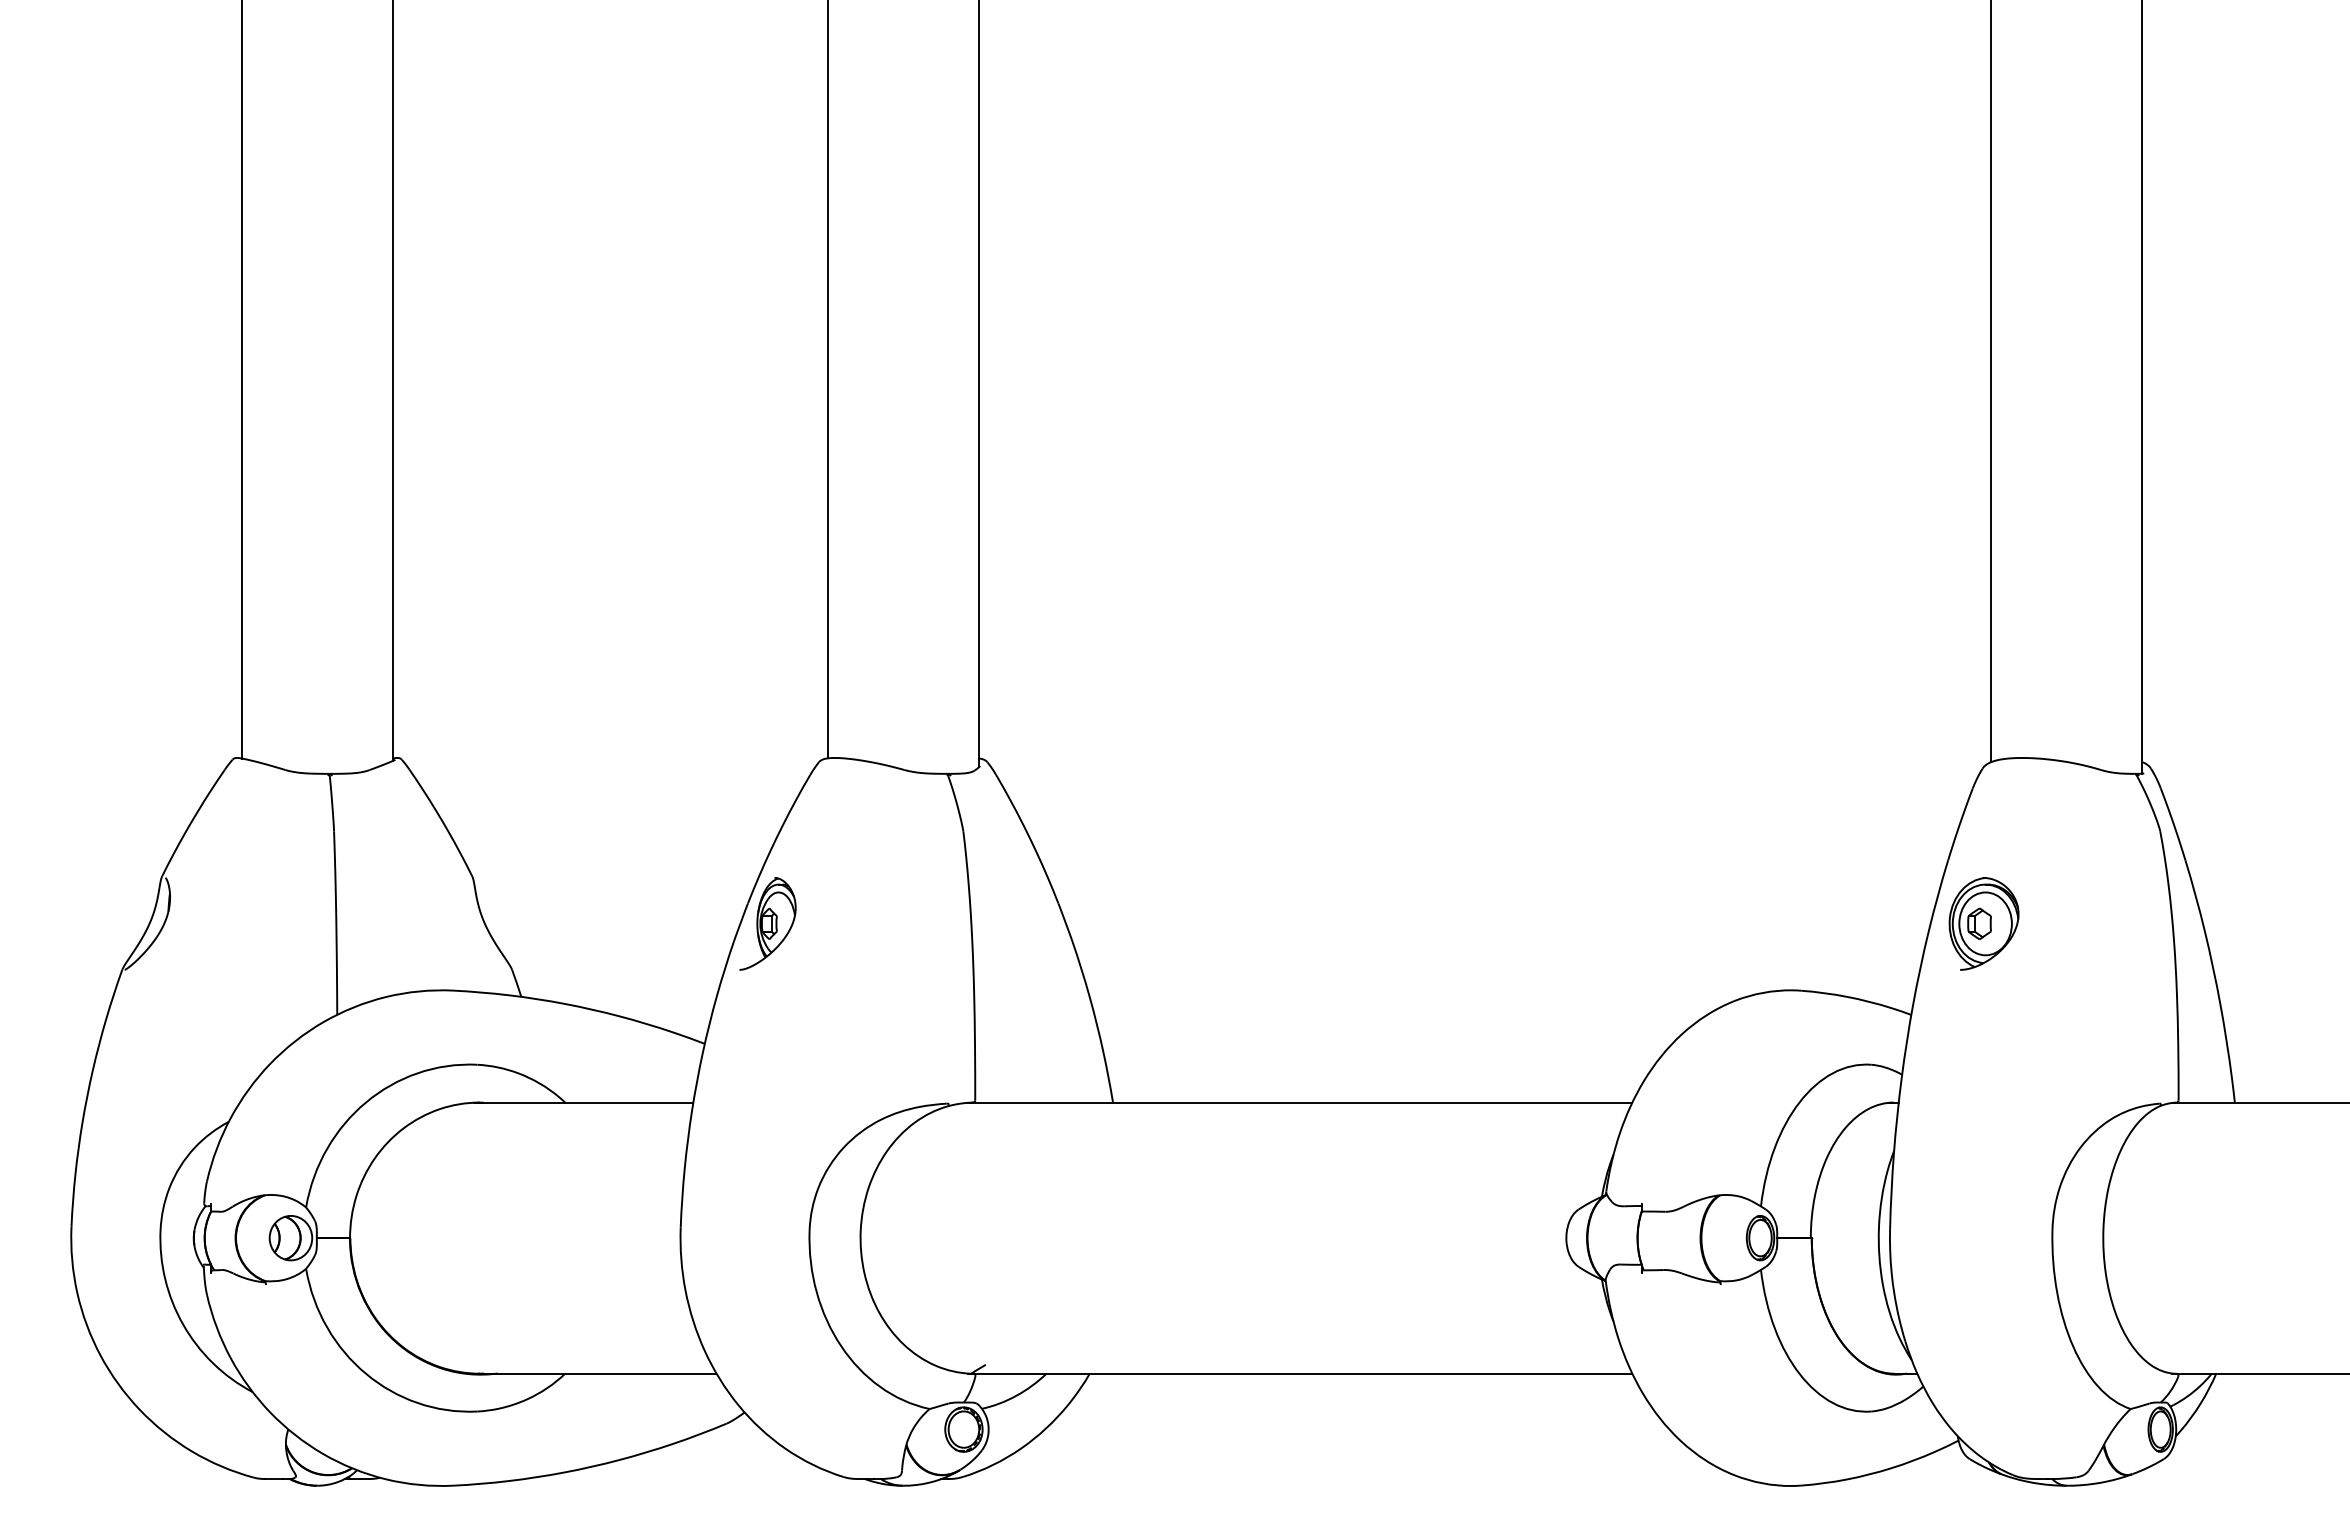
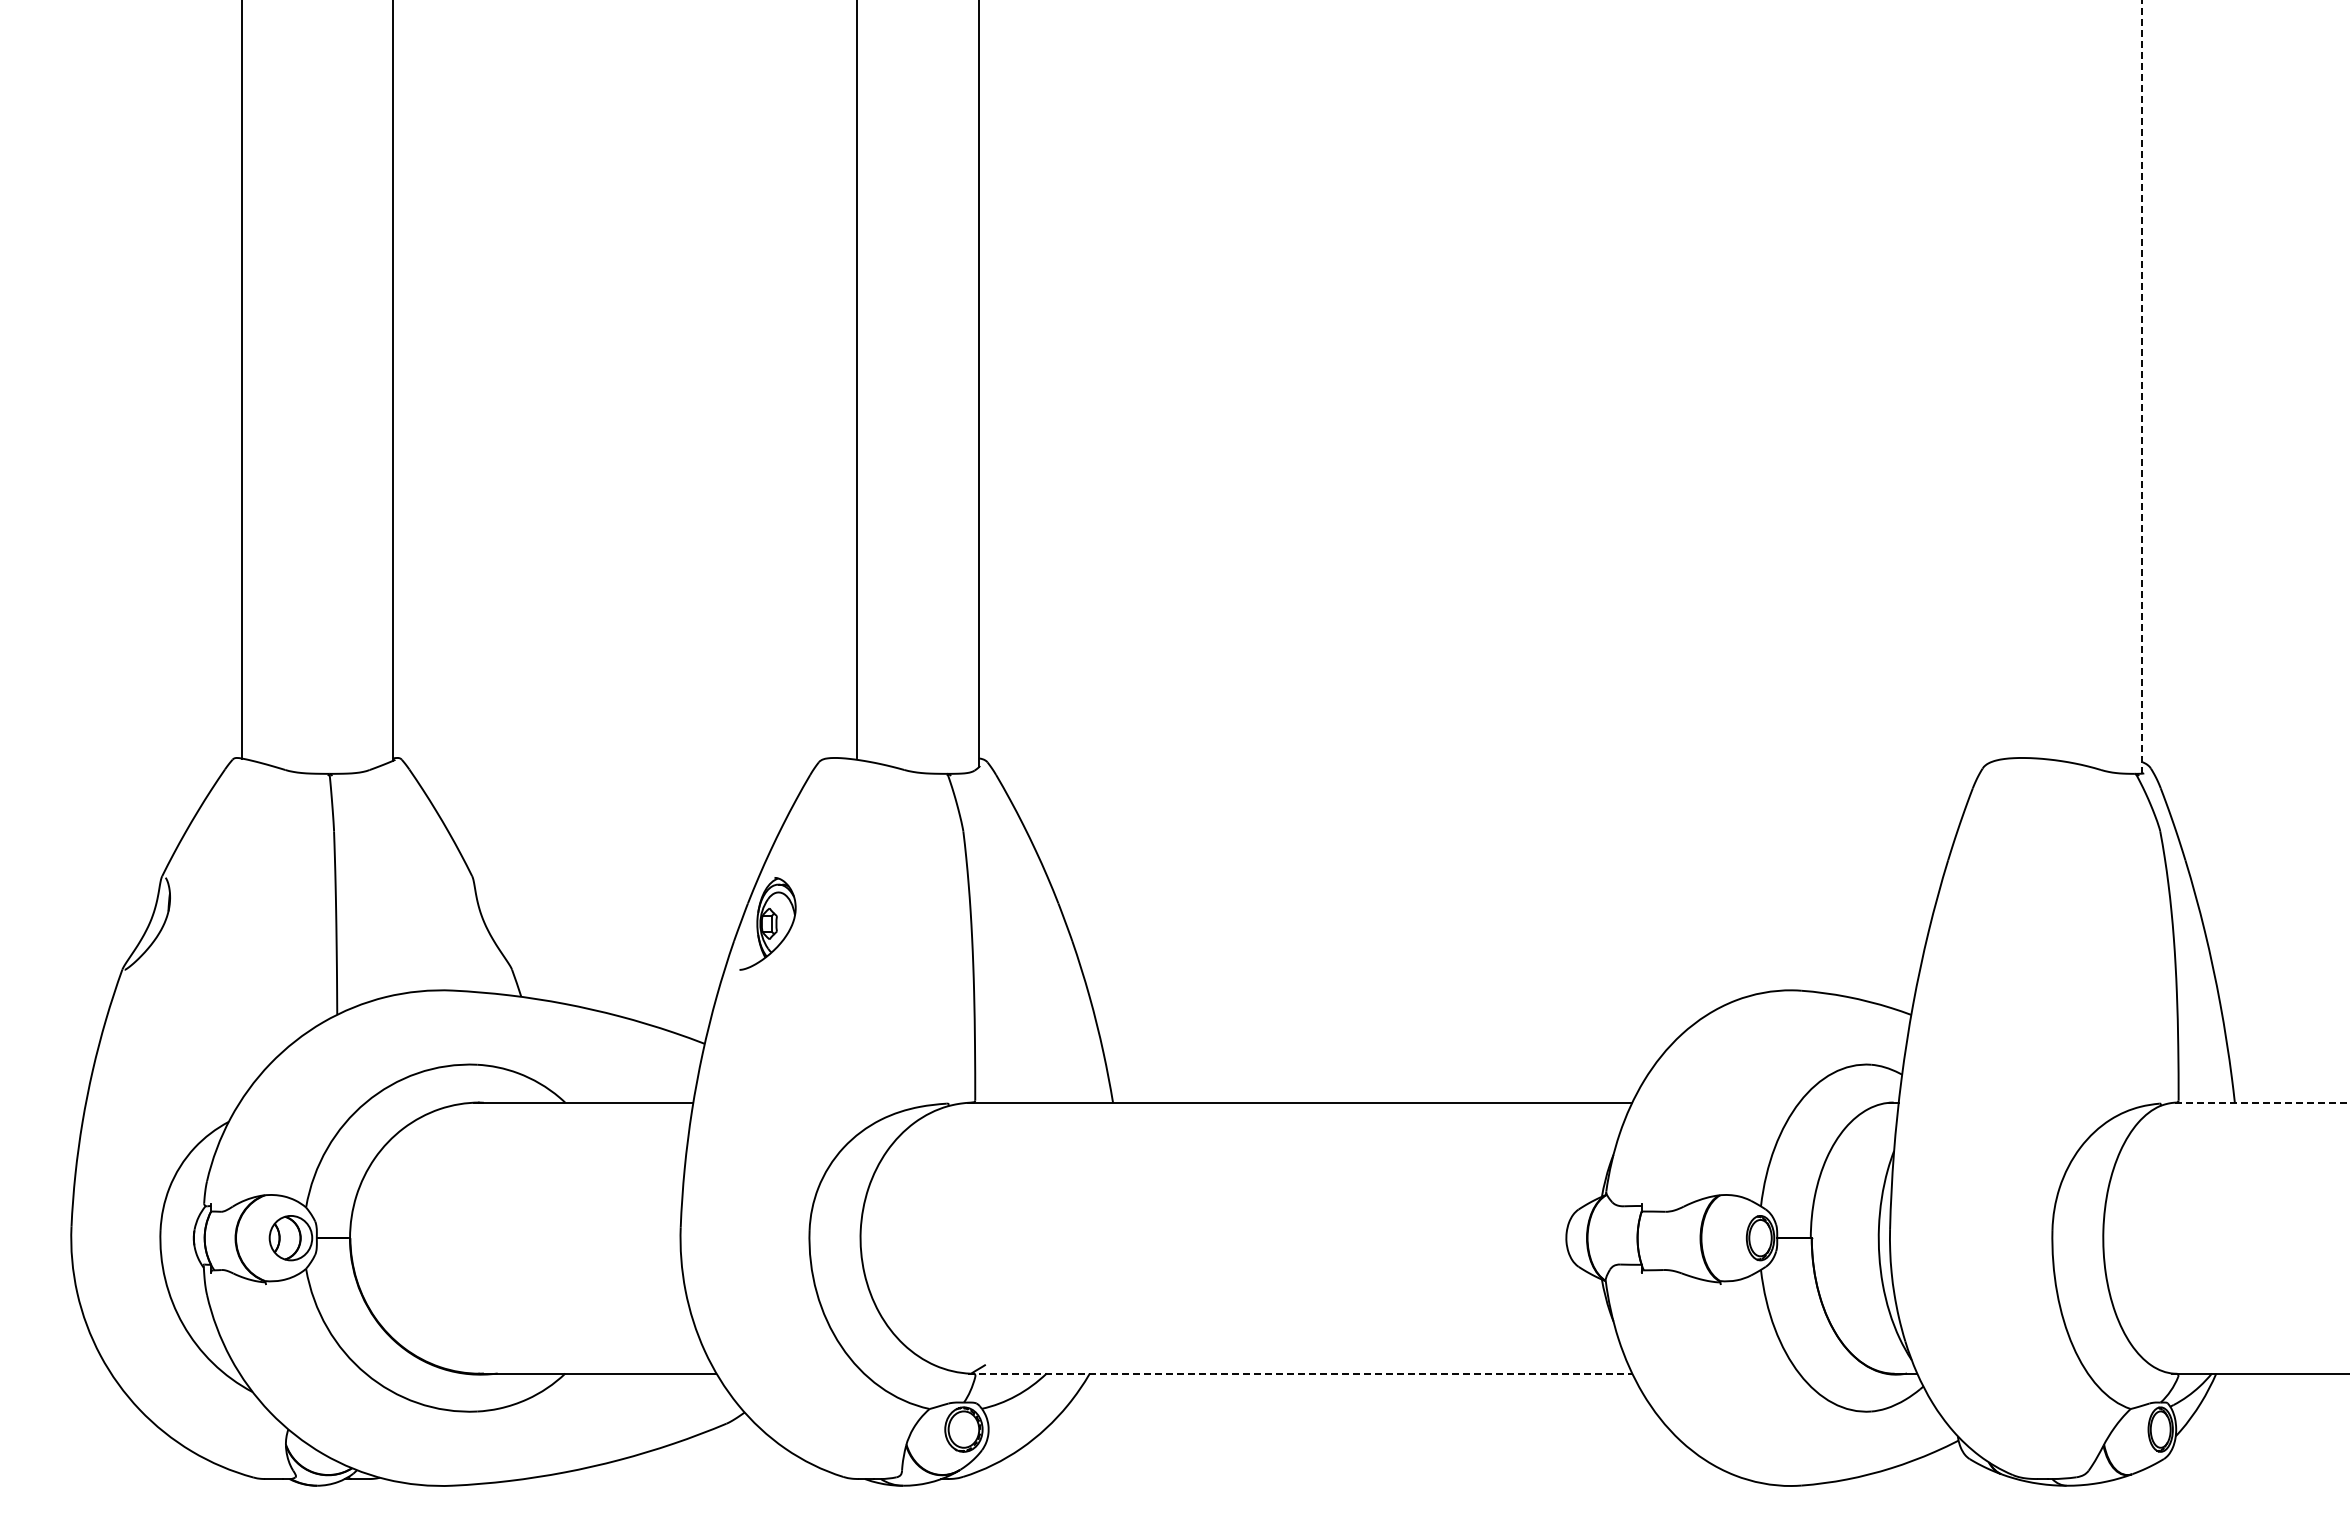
line at (827, 380) position: (827, 380) -> (856, 380)
line at (1991, 382): present -> none
line at (2142, 386): solid -> dashed
part at (1983, 923): present -> none
line at (2261, 1102): solid -> dashed
line at (1300, 1373): solid -> dashed
